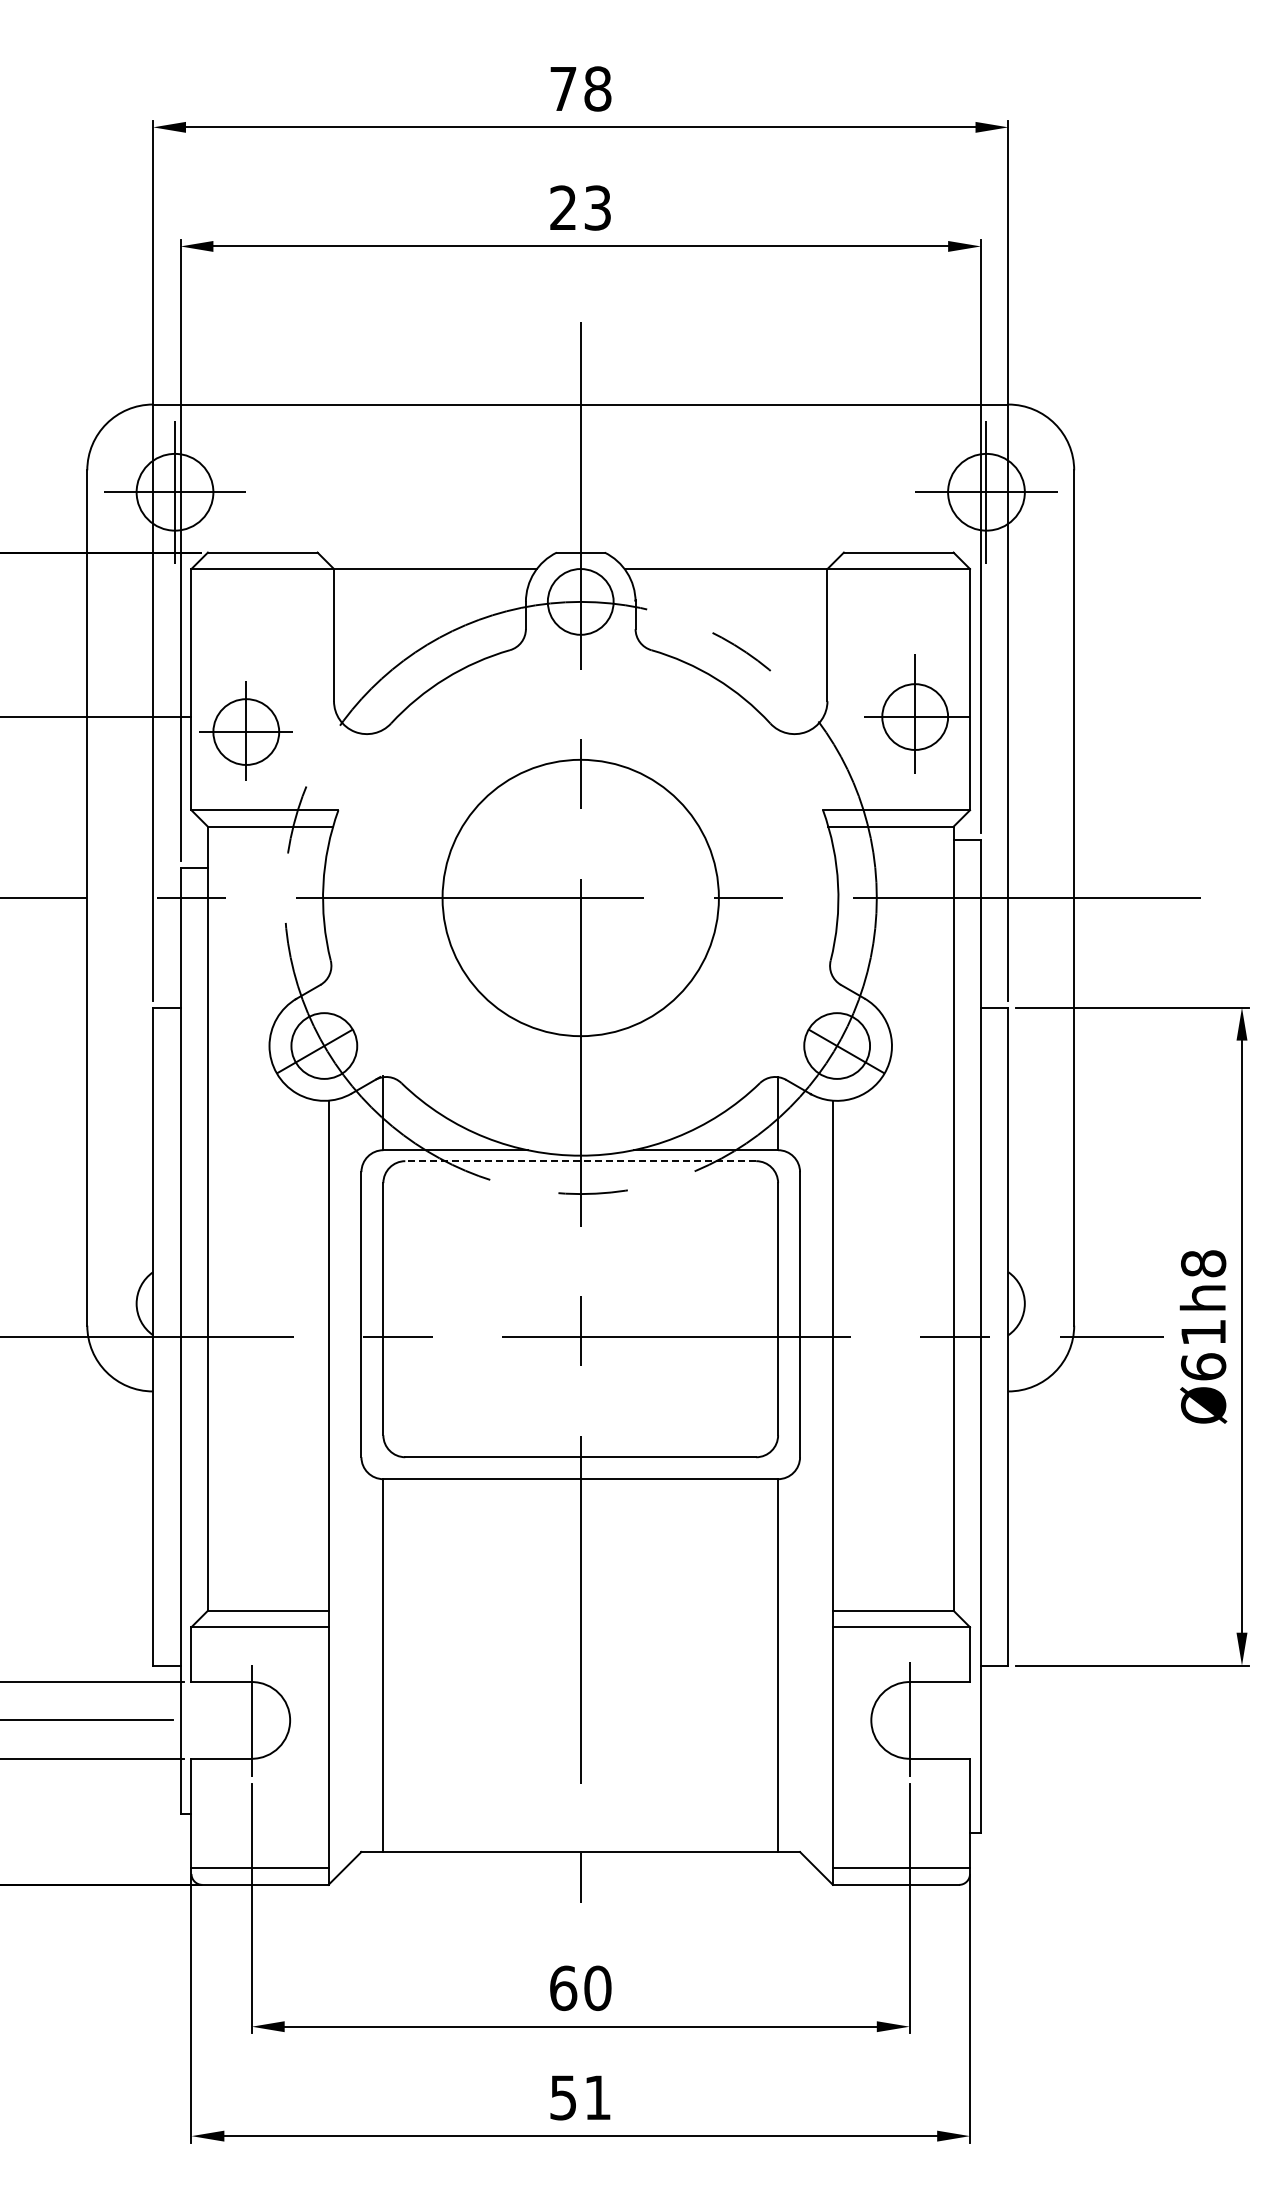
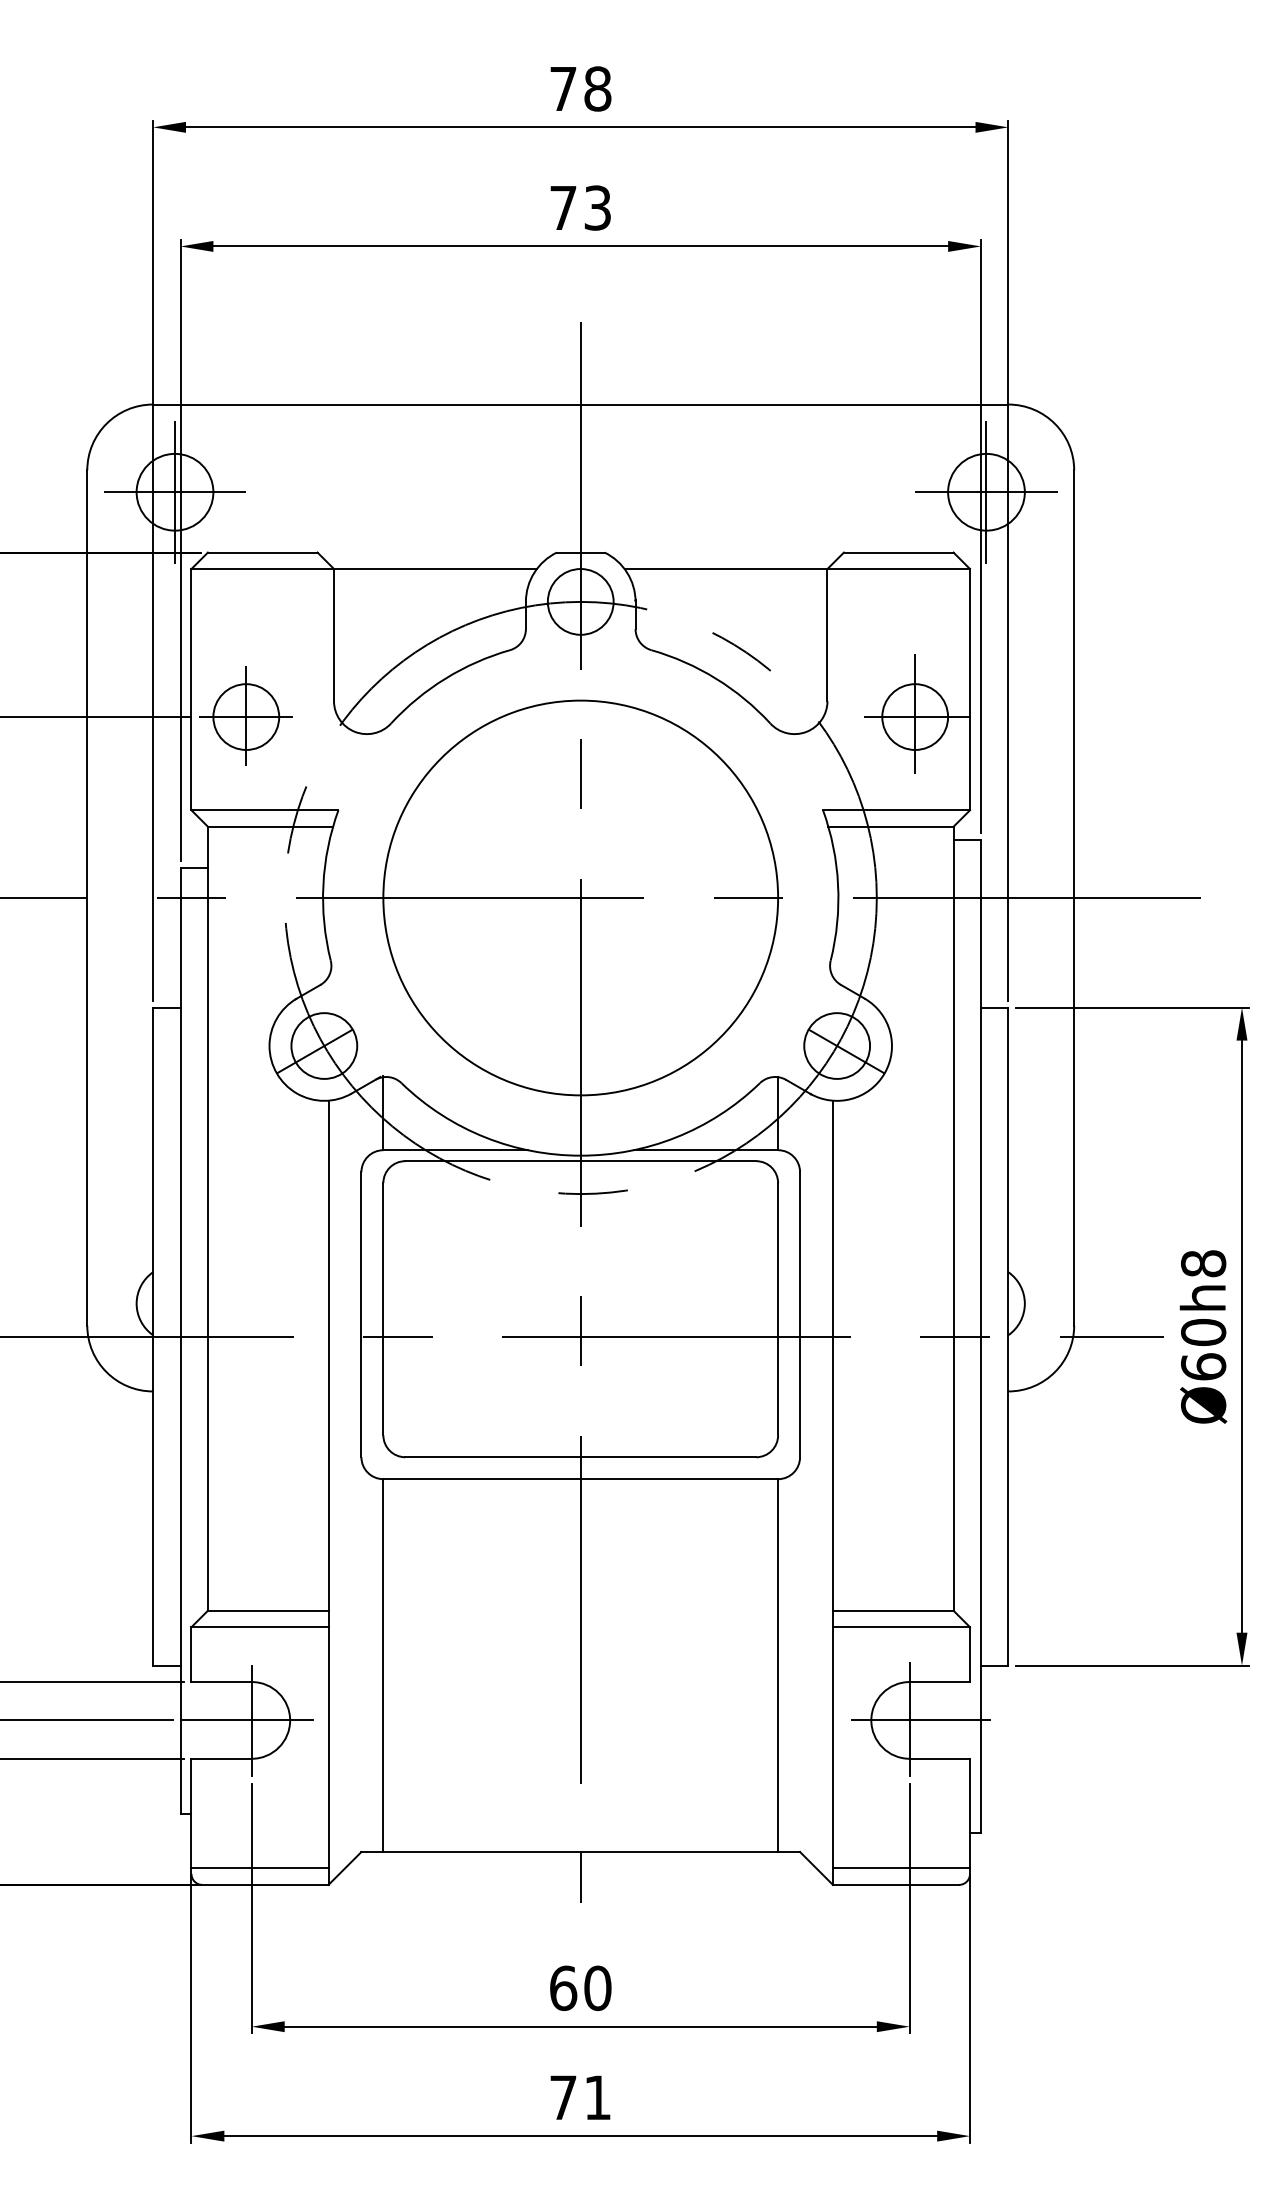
text at (563, 207): 23 -> 73
part at (245, 730) position: (245, 730) -> (245, 715)
circle at (580, 897) diameter: 276 px -> 395 px
line at (580, 1161): dashed -> solid
text at (1203, 1332): Ø61h8 -> Ø60h8
line at (246, 1720): none -> present
line at (921, 1720): none -> present
text at (563, 2097): 51 -> 71
